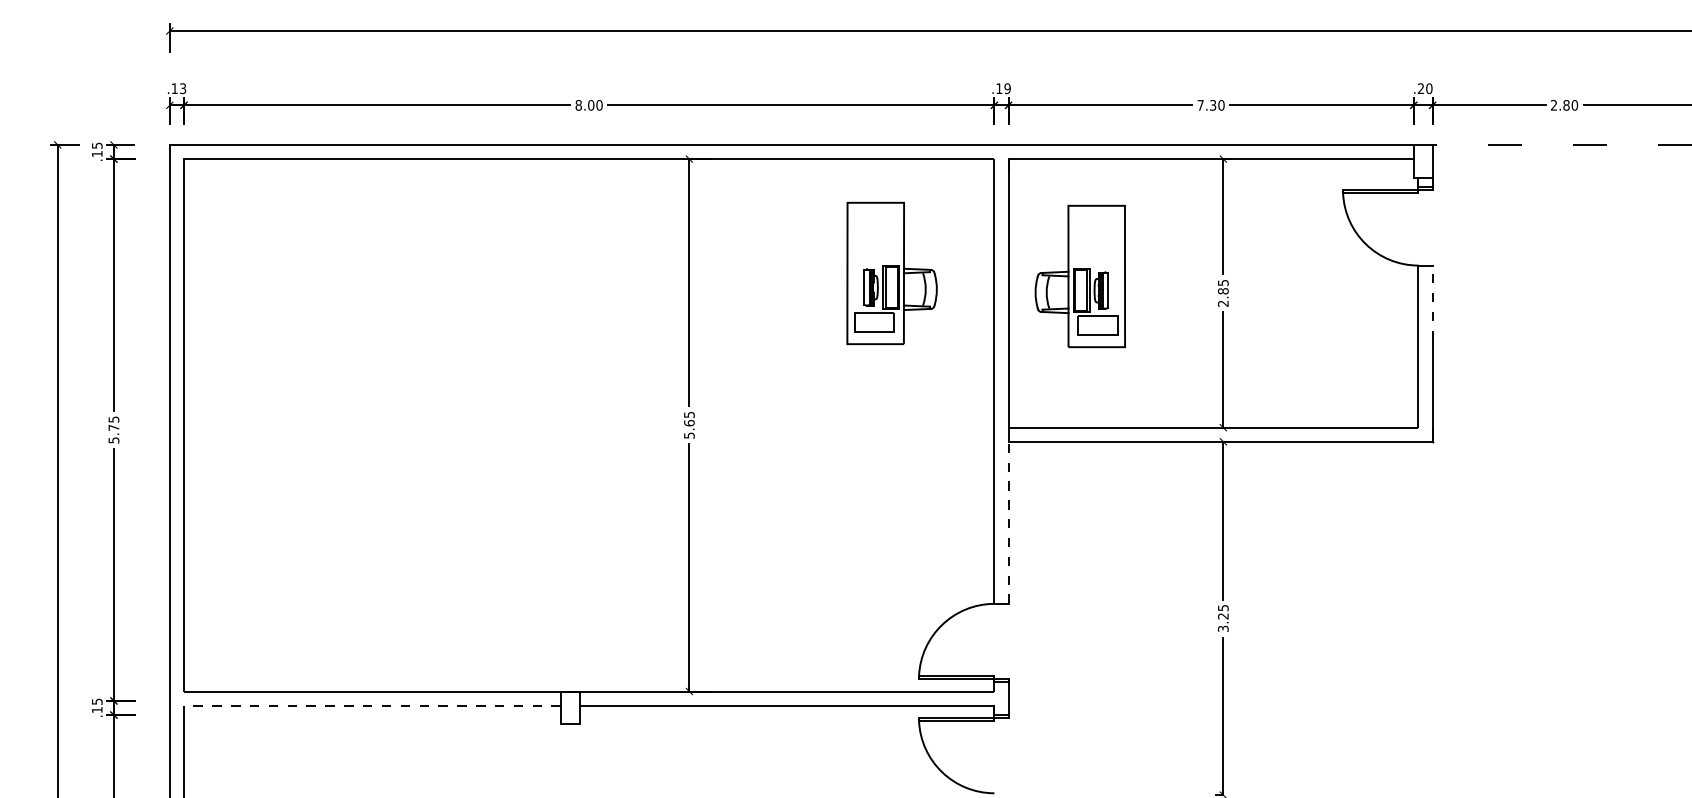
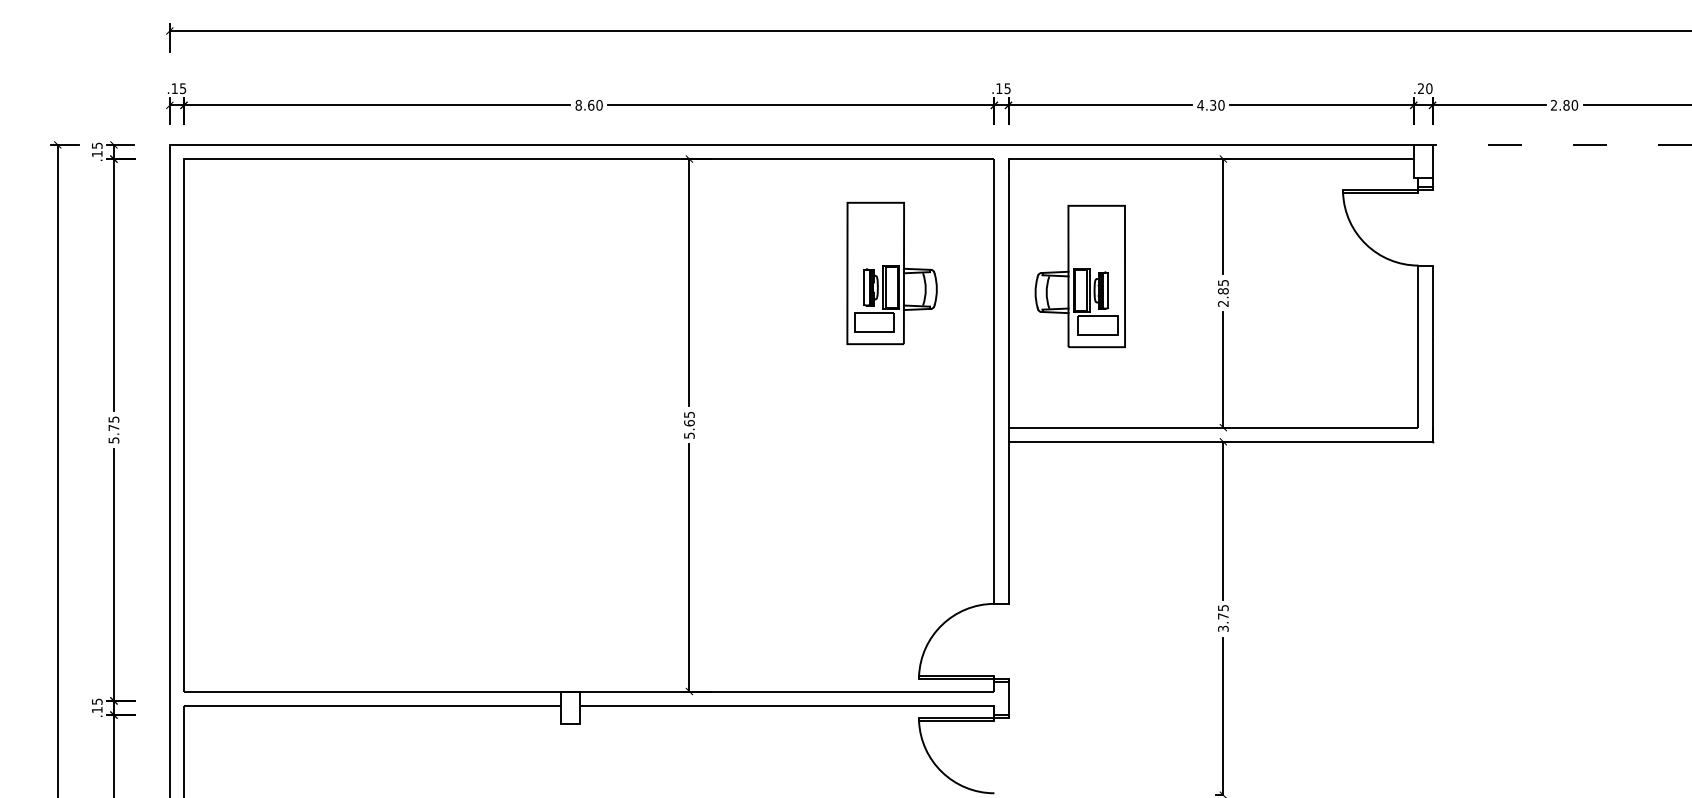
text at (183, 87): .13 -> .15
text at (1007, 88): .19 -> .15
text at (591, 105): 8.00 -> 8.60
text at (1200, 105): 7.30 -> 4.30
line at (1432, 302): dashed -> solid
line at (1008, 522): dashed -> solid
text at (1223, 616): 3.25 -> 3.75
line at (371, 705): dashed -> solid
